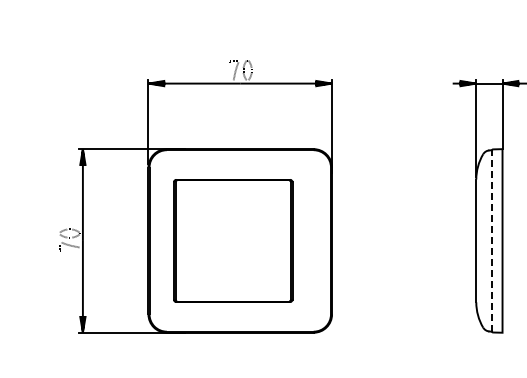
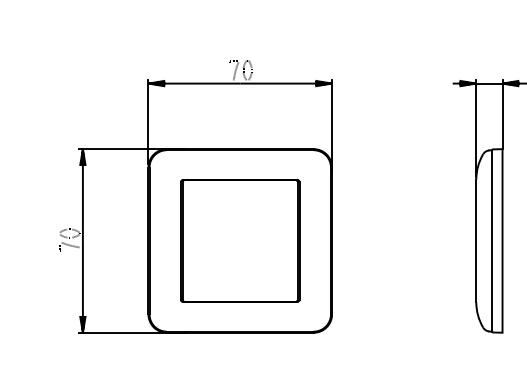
part at (233, 240) position: (233, 240) -> (240, 240)
line at (492, 240): dashed -> solid
